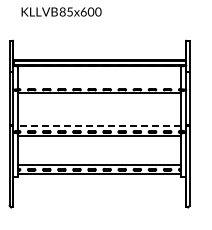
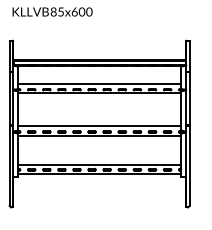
text at (61, 11) position: (61, 11) -> (52, 11)
line at (99, 83): none -> present
line at (99, 126): dashed -> solid
